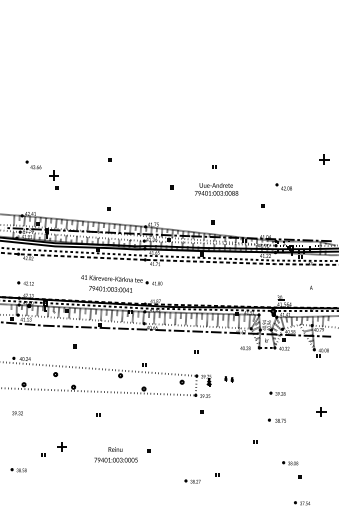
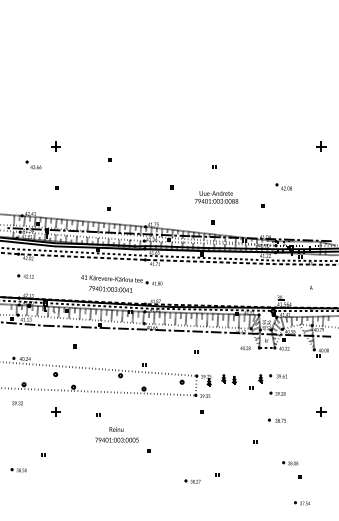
part at (324, 159) position: (324, 159) -> (321, 146)
part at (53, 175) position: (53, 175) -> (55, 146)
text at (216, 189) position: (216, 189) -> (216, 197)
part at (25, 283) position: (25, 283) -> (25, 276)
part at (228, 379) size: 10x7 px -> 16x11 px
part at (267, 381): none -> present
text at (17, 413) position: (17, 413) -> (17, 403)
part at (61, 446) position: (61, 446) -> (55, 411)
text at (115, 454) position: (115, 454) -> (116, 434)
